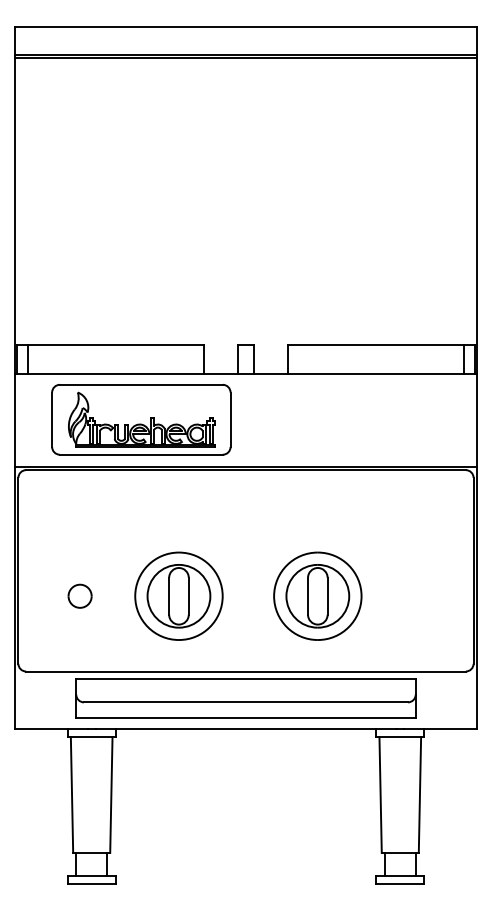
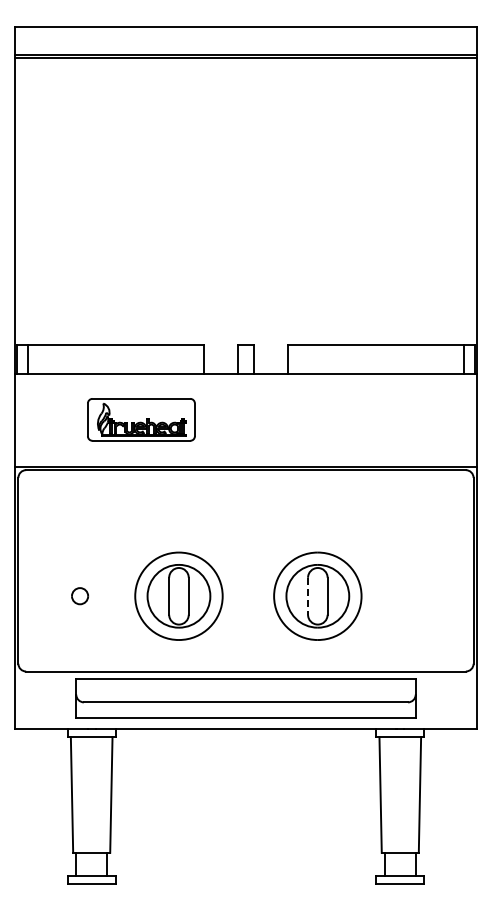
part at (141, 419) size: 181x72 px -> 109x44 px
part at (79, 595) size: 26x26 px -> 18x19 px
line at (308, 596): solid -> dashed
